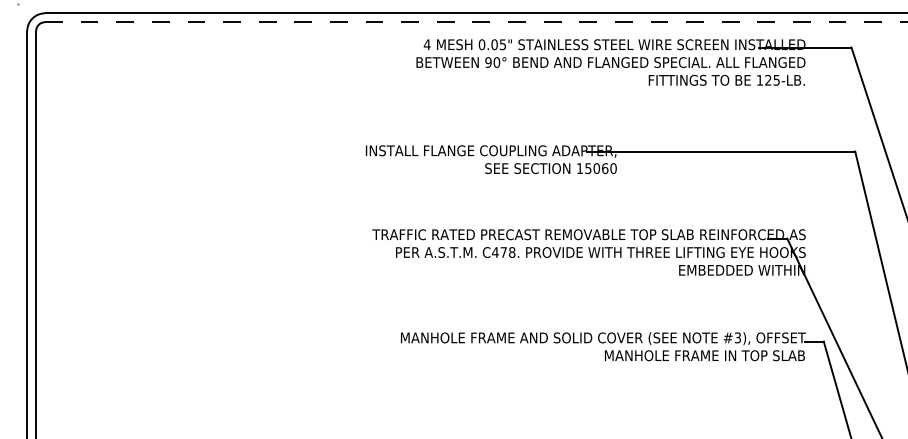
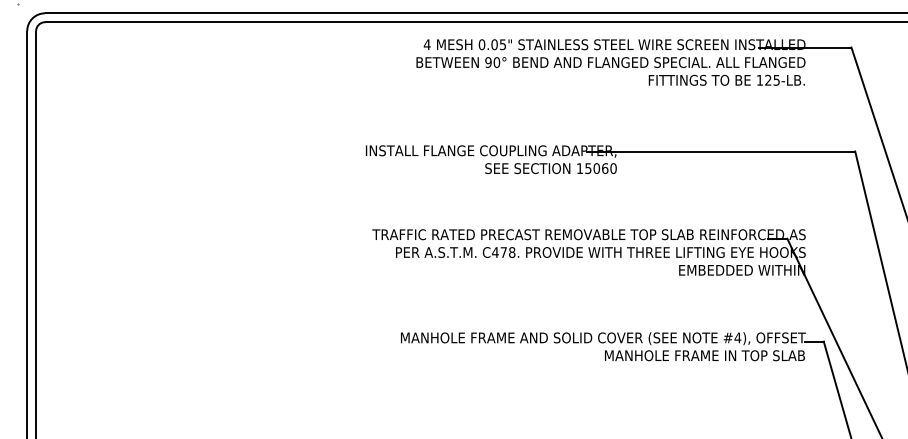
line at (476, 22): dashed -> solid
text at (737, 337): #3), -> #4),
